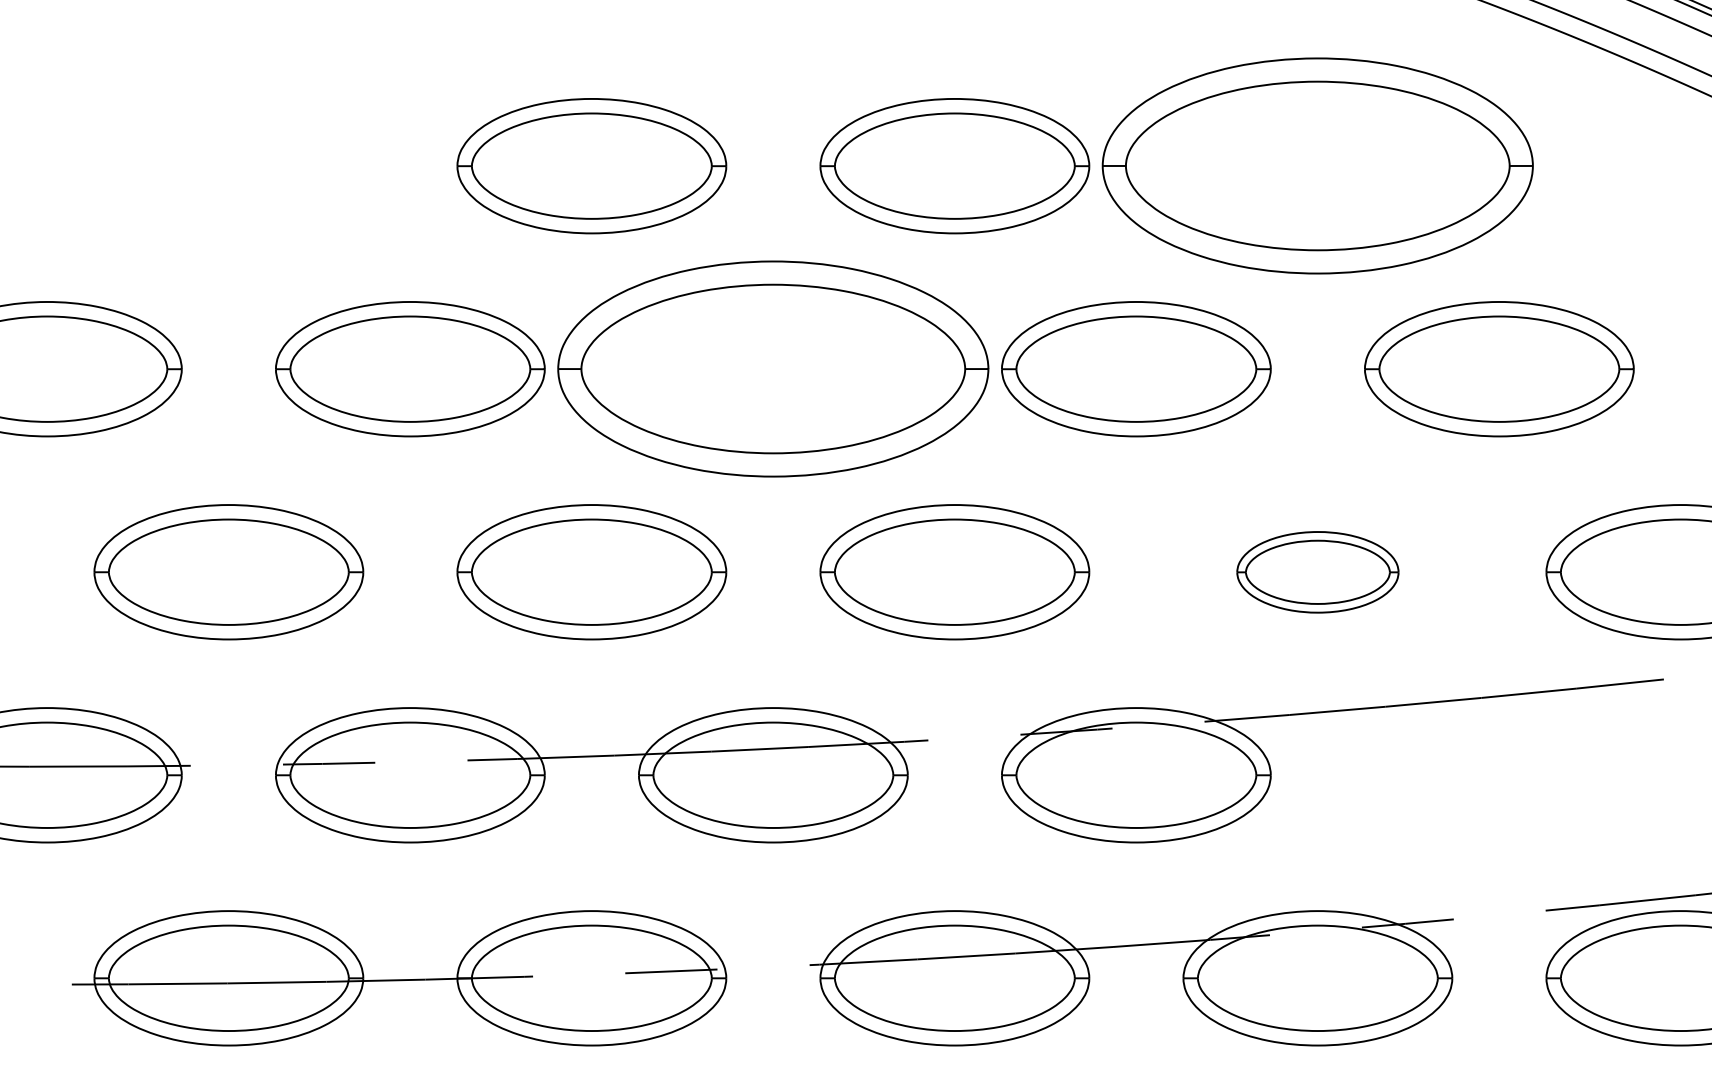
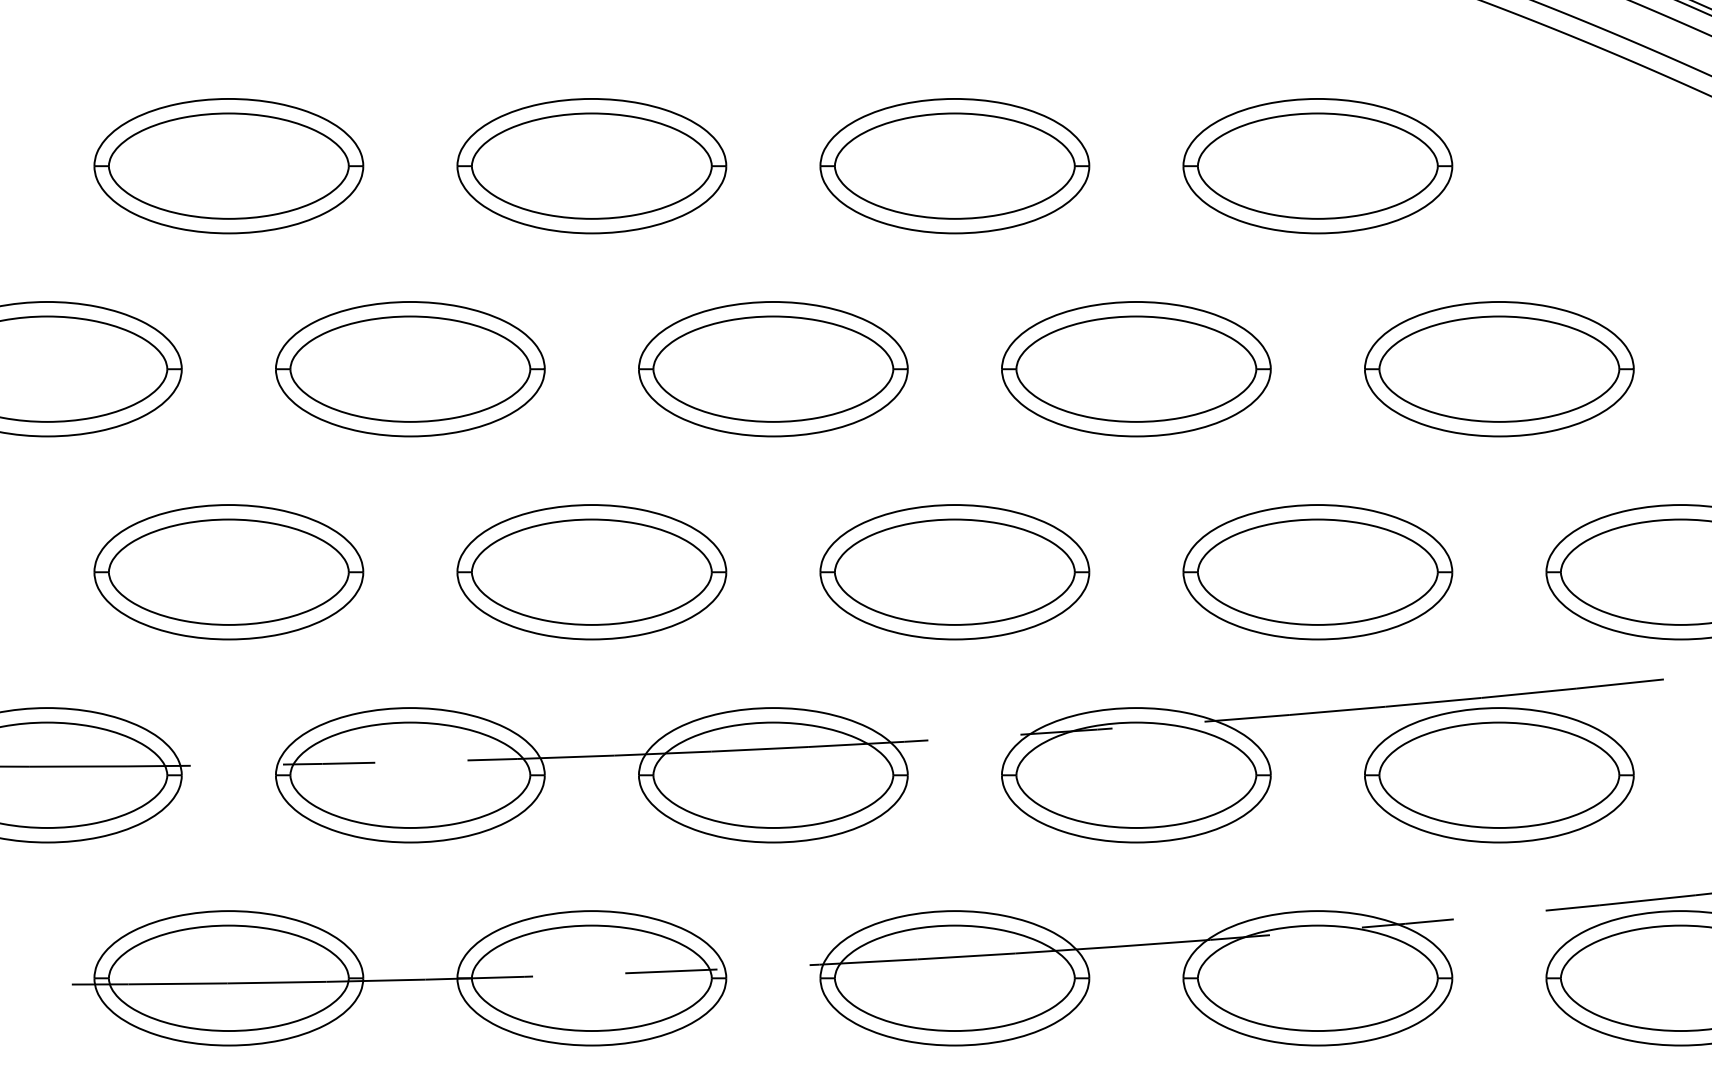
part at (1317, 165) size: 433x218 px -> 272x137 px
part at (228, 166): none -> present
part at (773, 368) size: 433x218 px -> 271x137 px
part at (1317, 572) size: 164x83 px -> 272x137 px
part at (1499, 775): none -> present
